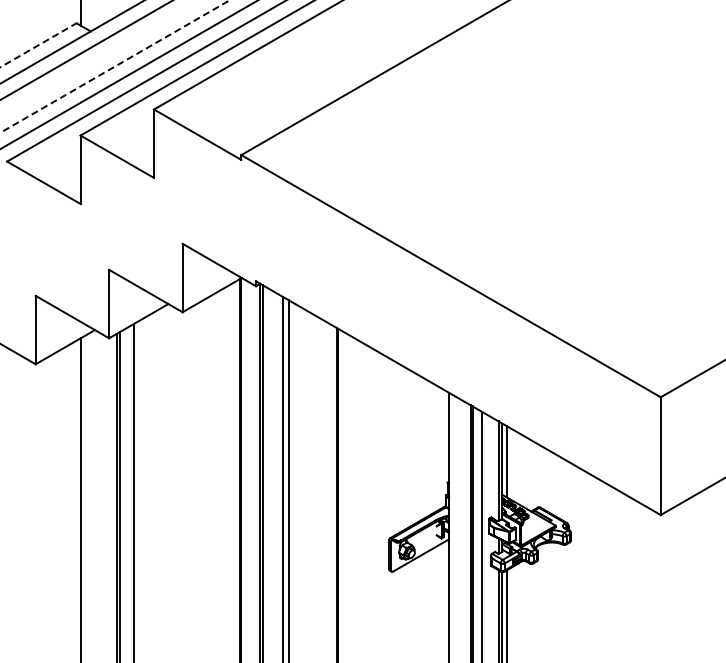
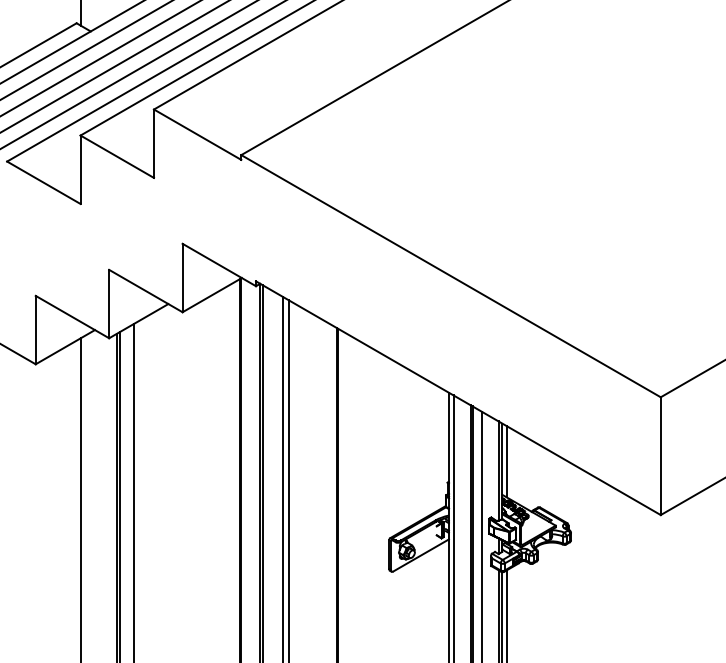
line at (38, 45): dashed -> solid
line at (100, 58): none -> present
line at (115, 66): dashed -> solid
line at (453, 527): none -> present
